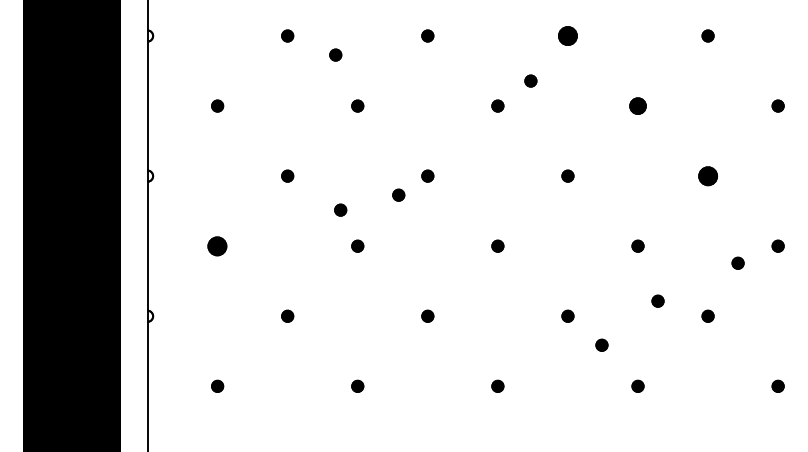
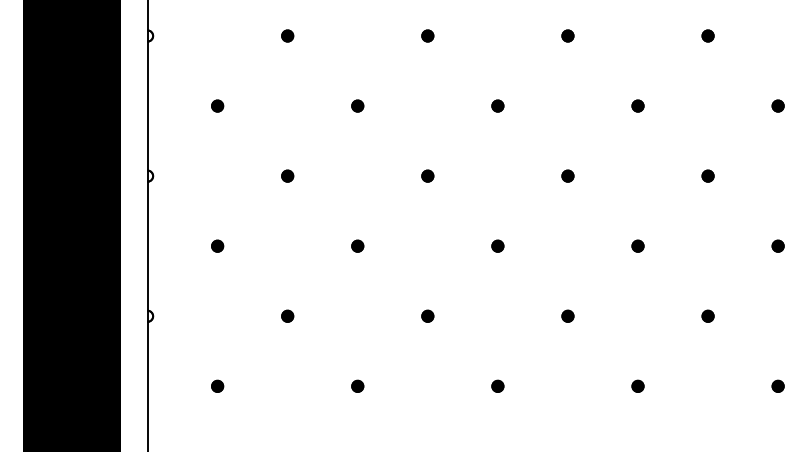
part at (567, 35) size: 20x20 px -> 14x14 px
part at (335, 54): present -> none
part at (530, 80): present -> none
part at (637, 105) size: 18x18 px -> 14x14 px
part at (708, 176) size: 21x21 px -> 14x14 px
part at (398, 194): present -> none
part at (340, 209): present -> none
part at (217, 246) size: 21x21 px -> 14x14 px
part at (737, 262): present -> none
part at (657, 300): present -> none
part at (601, 344): present -> none
